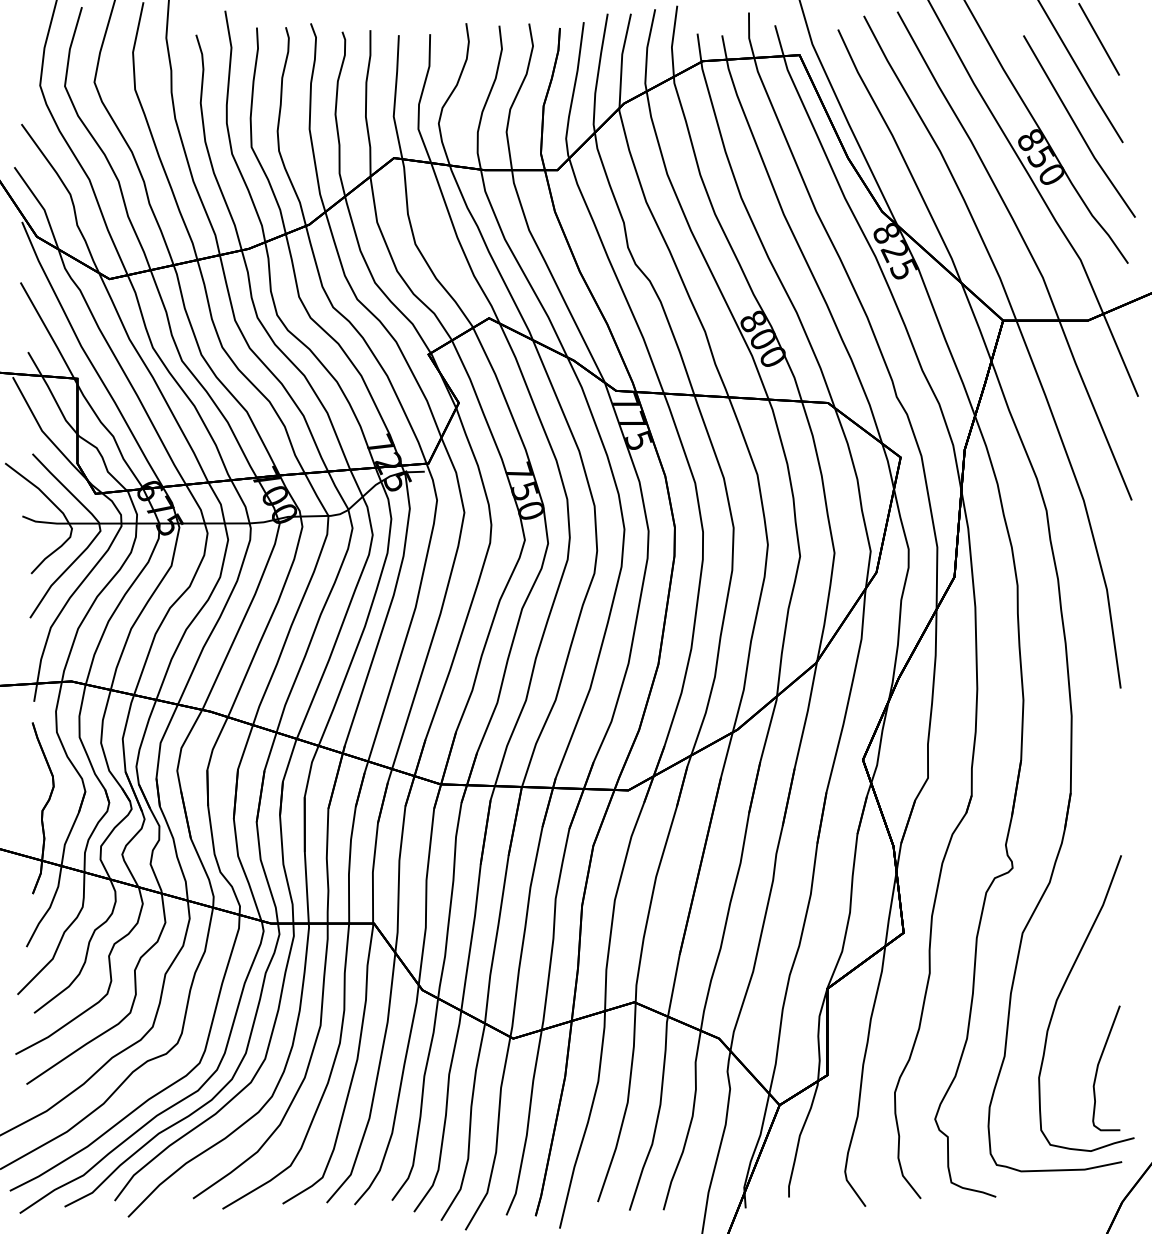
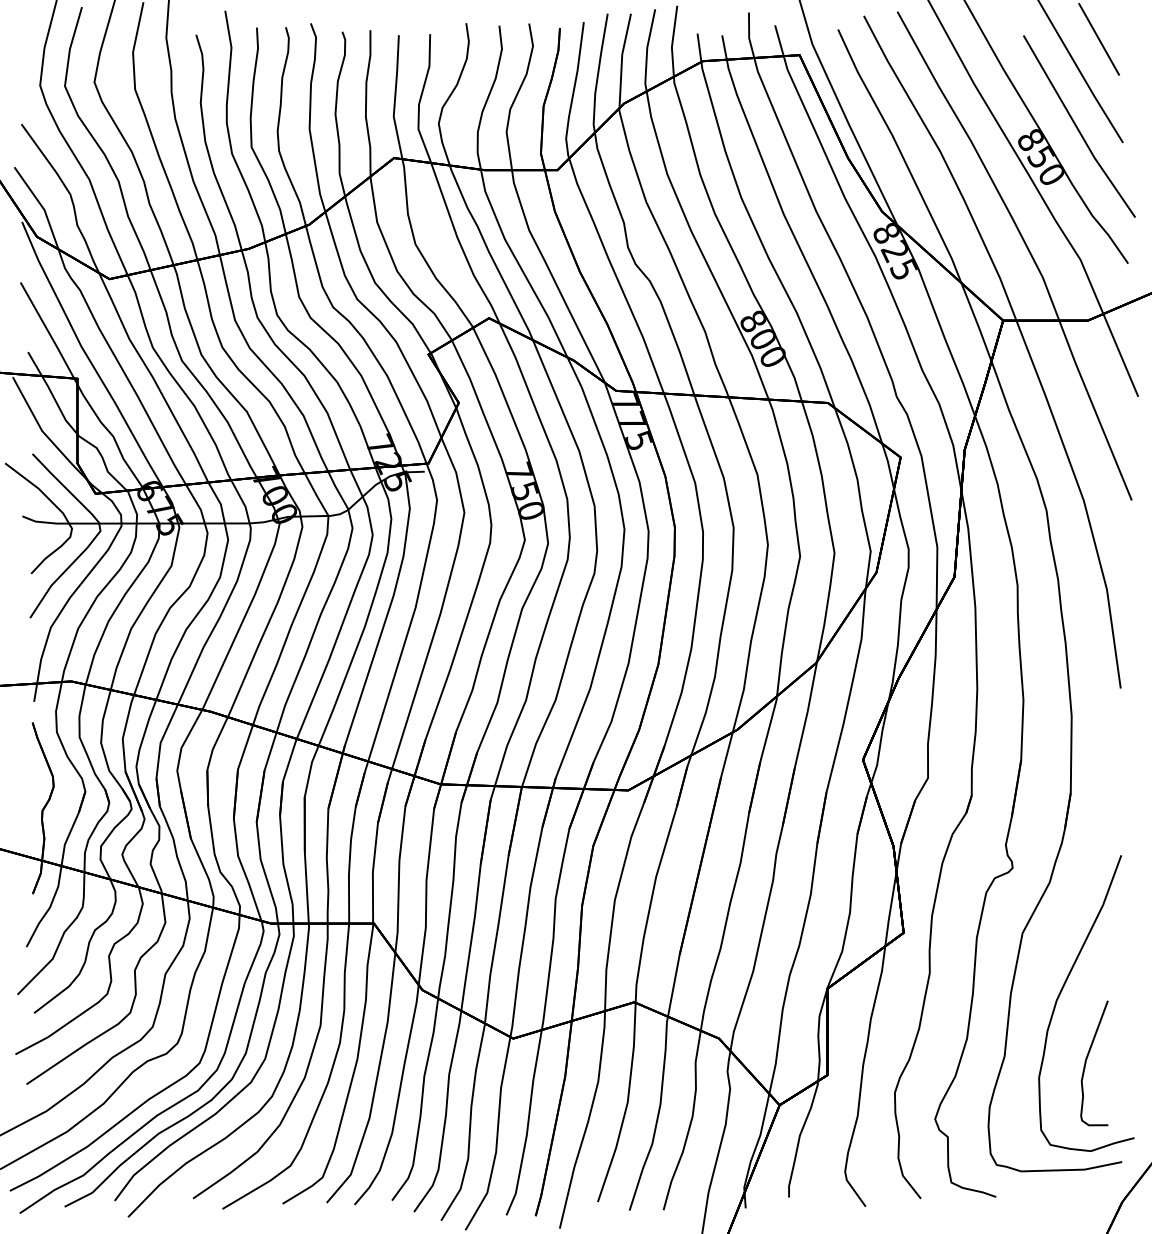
part at (1098, 1068) position: (1098, 1068) -> (1086, 1063)
